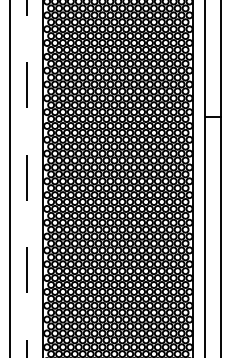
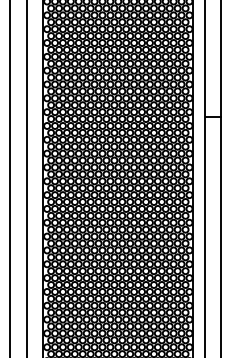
line at (26, 178): dashed -> solid
